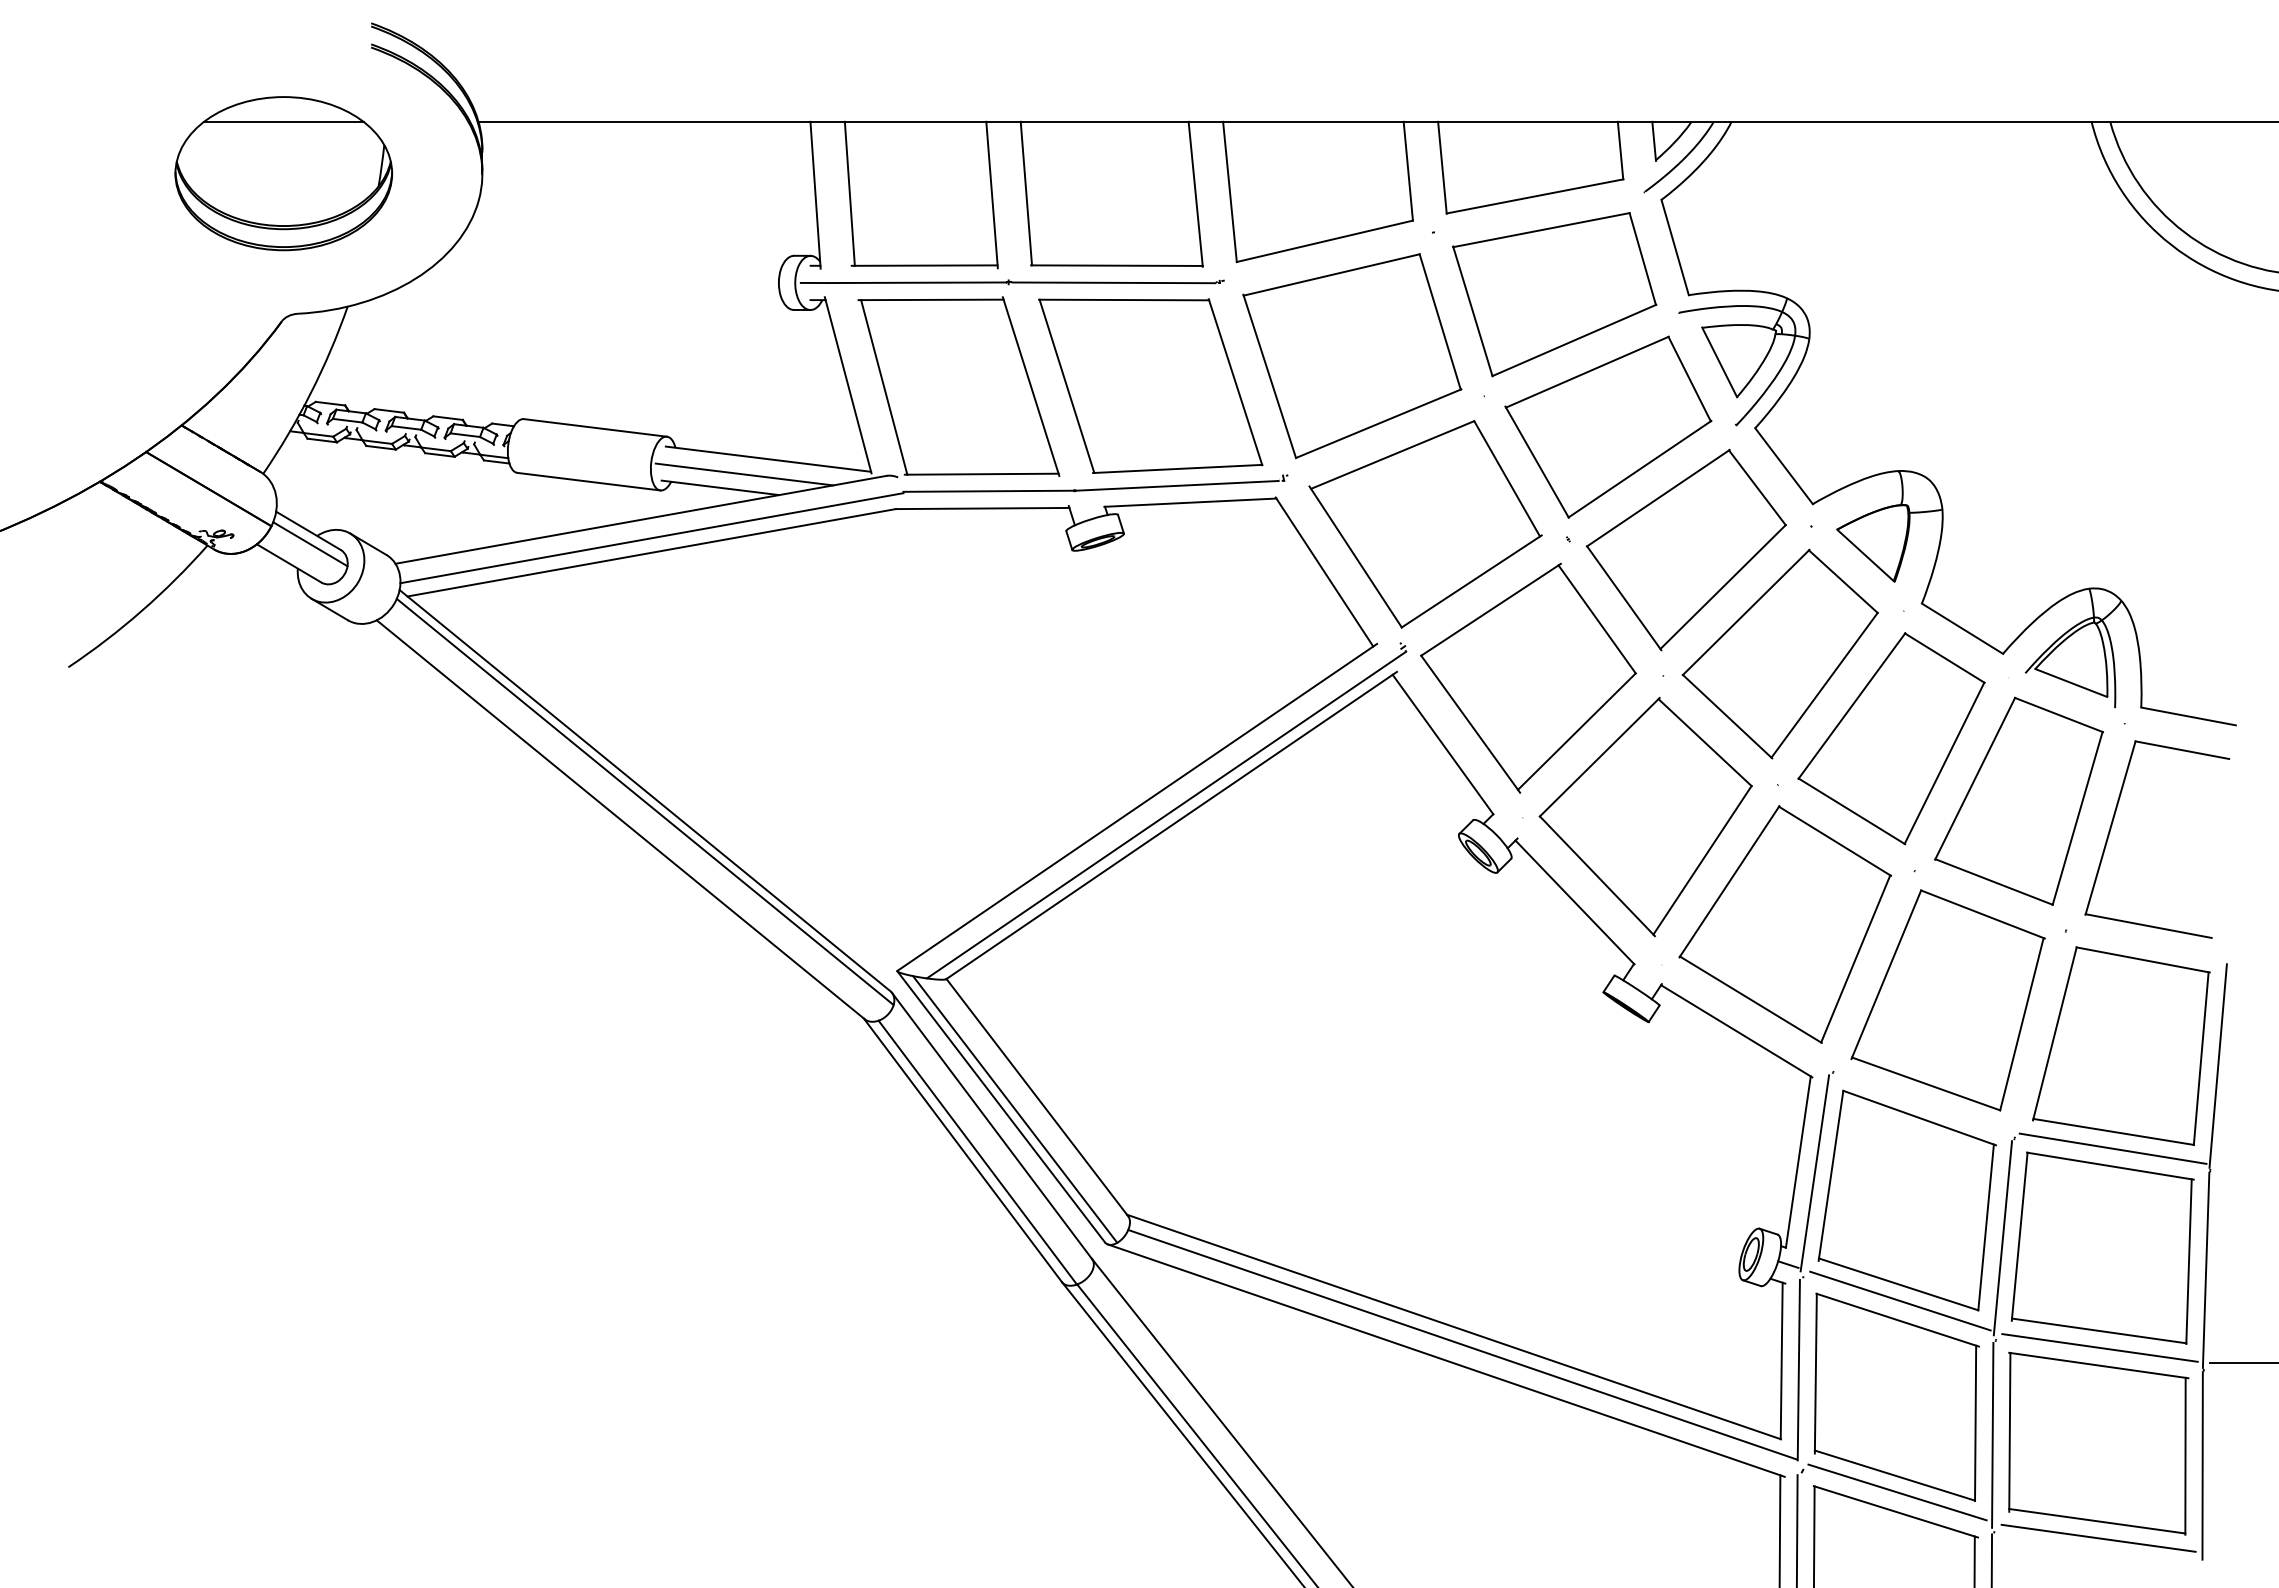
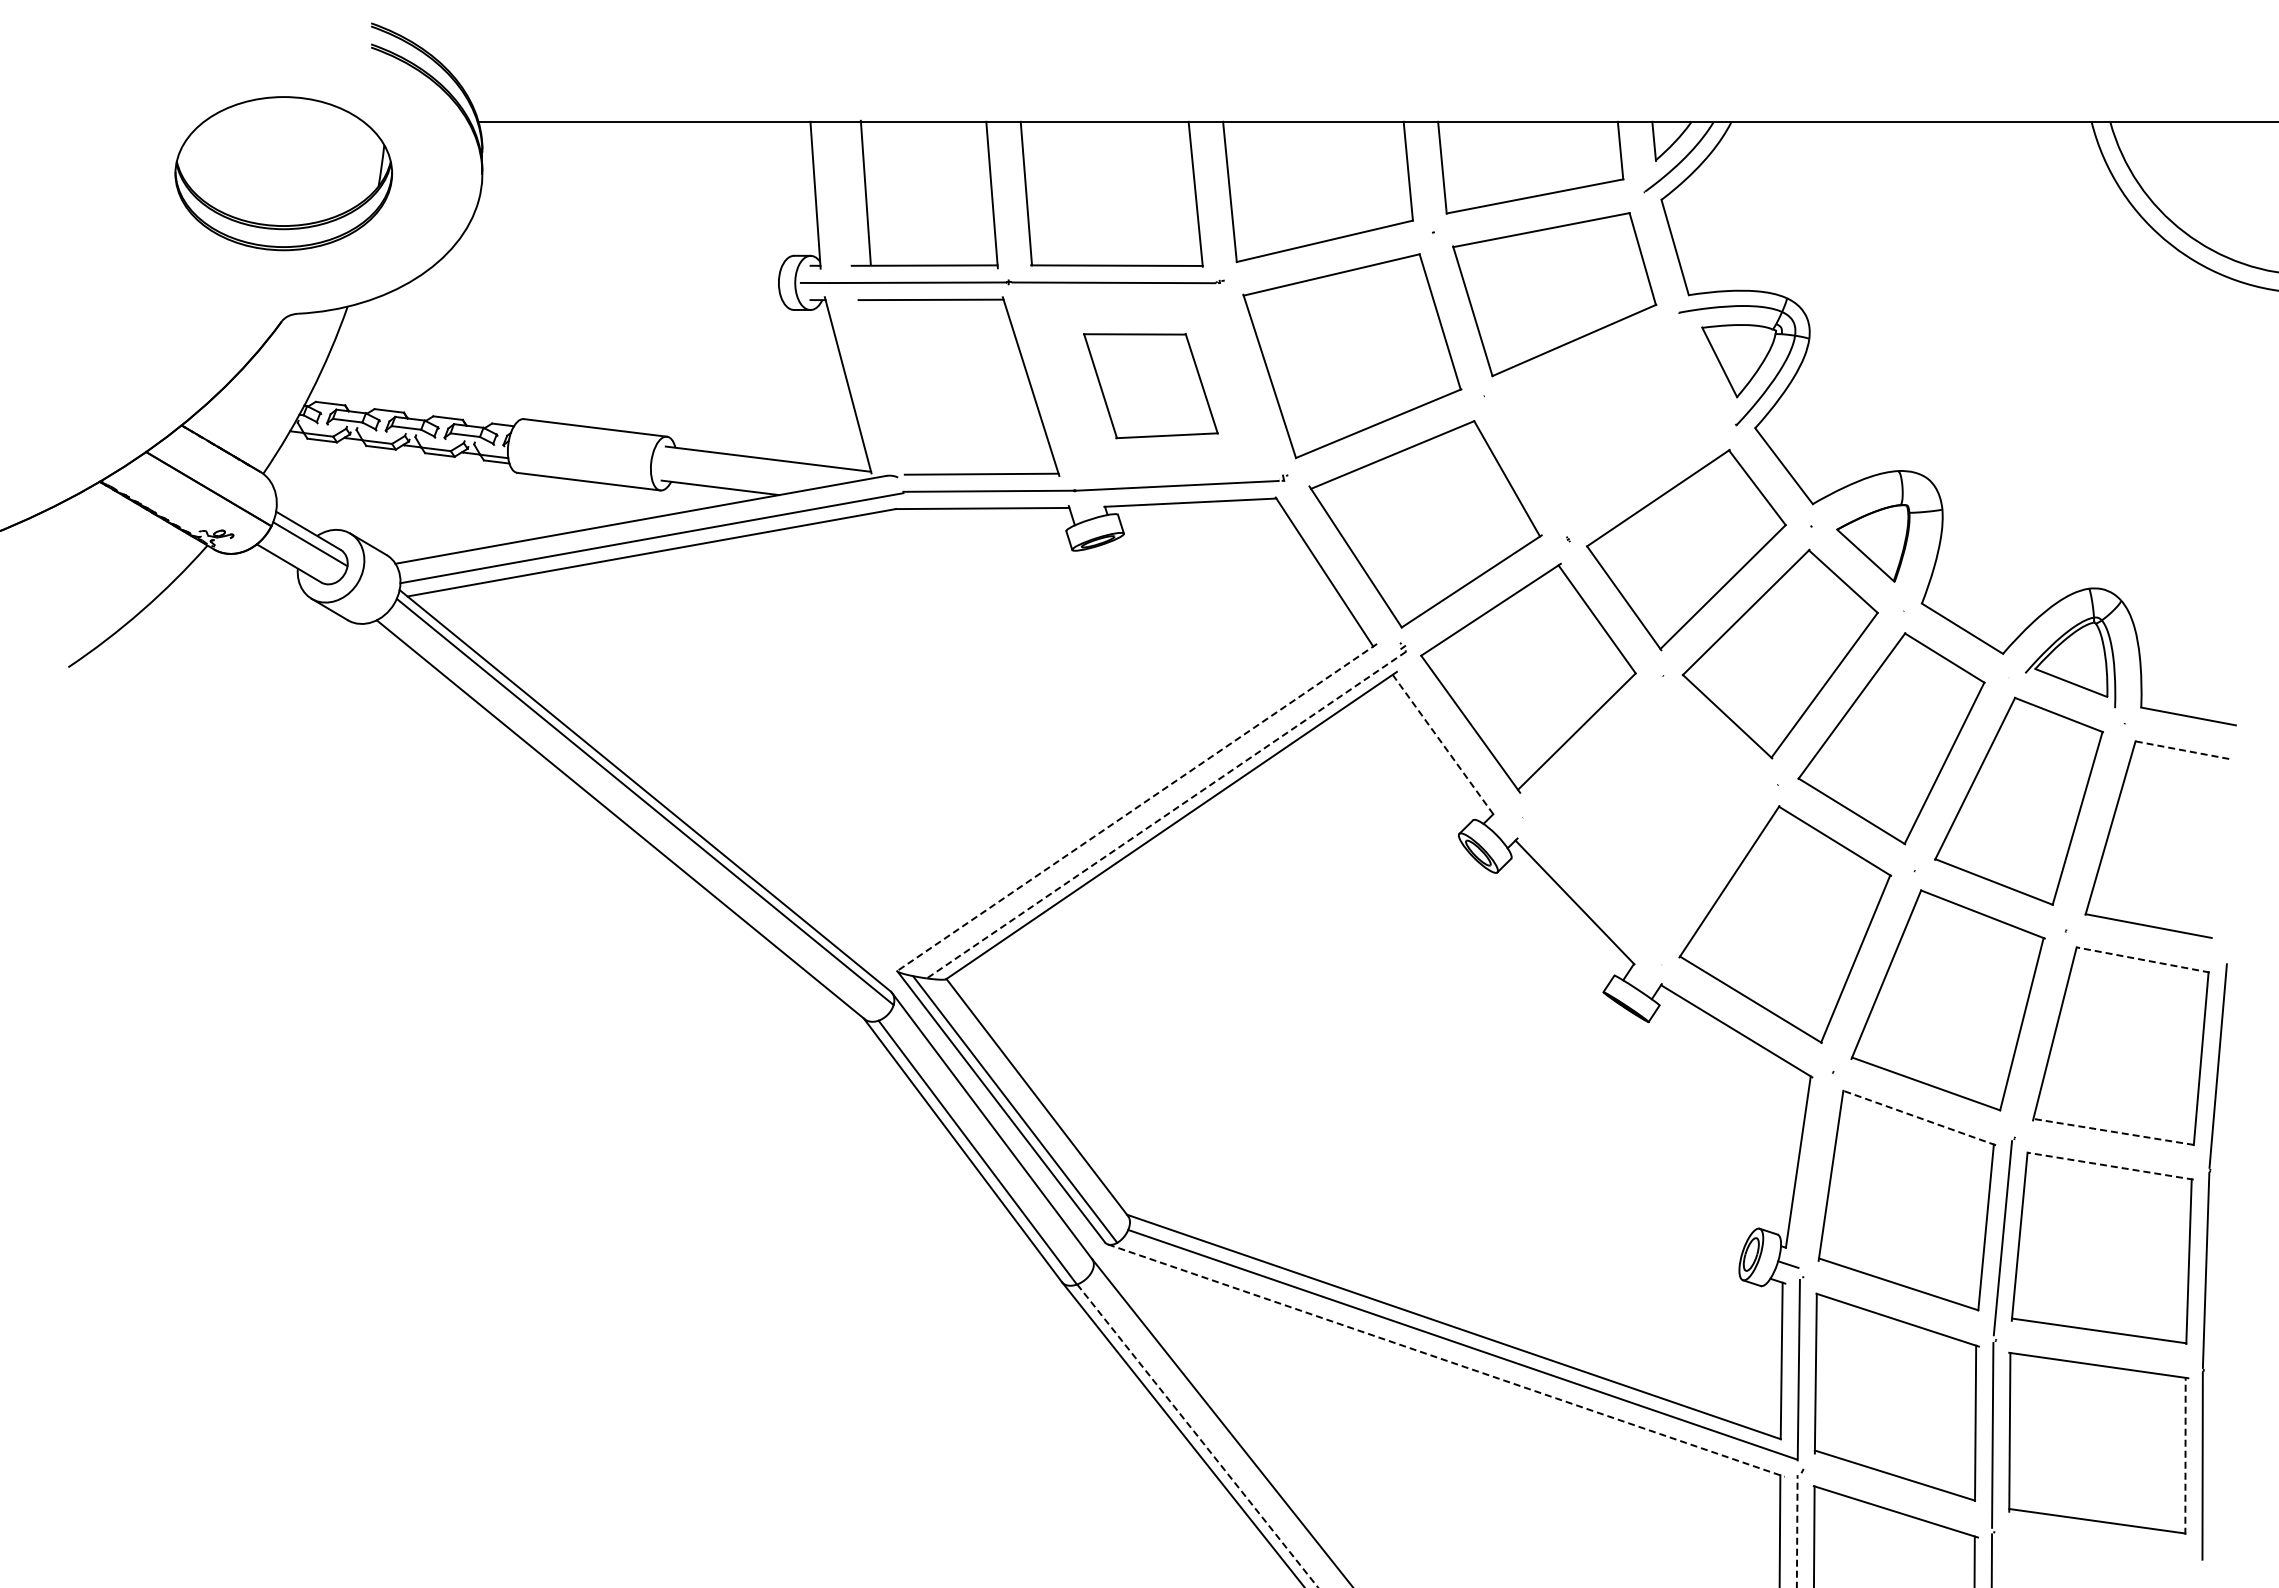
line at (283, 121): present -> none
line at (849, 193) position: (849, 193) -> (865, 192)
part at (1150, 385) size: 226x176 px -> 136x107 px
line at (884, 387): present -> none
part at (1608, 426): present -> none
line at (744, 474): present -> none
line at (1442, 744): solid -> dashed
line at (2182, 750): solid -> dashed
line at (1136, 807): solid -> dashed
line at (1166, 815): solid -> dashed
part at (1645, 816): present -> none
line at (2143, 959): solid -> dashed
line at (1919, 1117): solid -> dashed
line at (2113, 1131): solid -> dashed
line at (2112, 1148): present -> none
line at (2109, 1166): solid -> dashed
line at (1814, 1173): present -> none
line at (1900, 1300): present -> none
line at (2099, 1347): present -> none
line at (1446, 1360): solid -> dashed
line at (2242, 1362): present -> none
line at (1197, 1436): solid -> dashed
line at (2185, 1455): solid -> dashed
line at (1897, 1492): present -> none
line at (1797, 1531): solid -> dashed
line at (2098, 1537): present -> none
